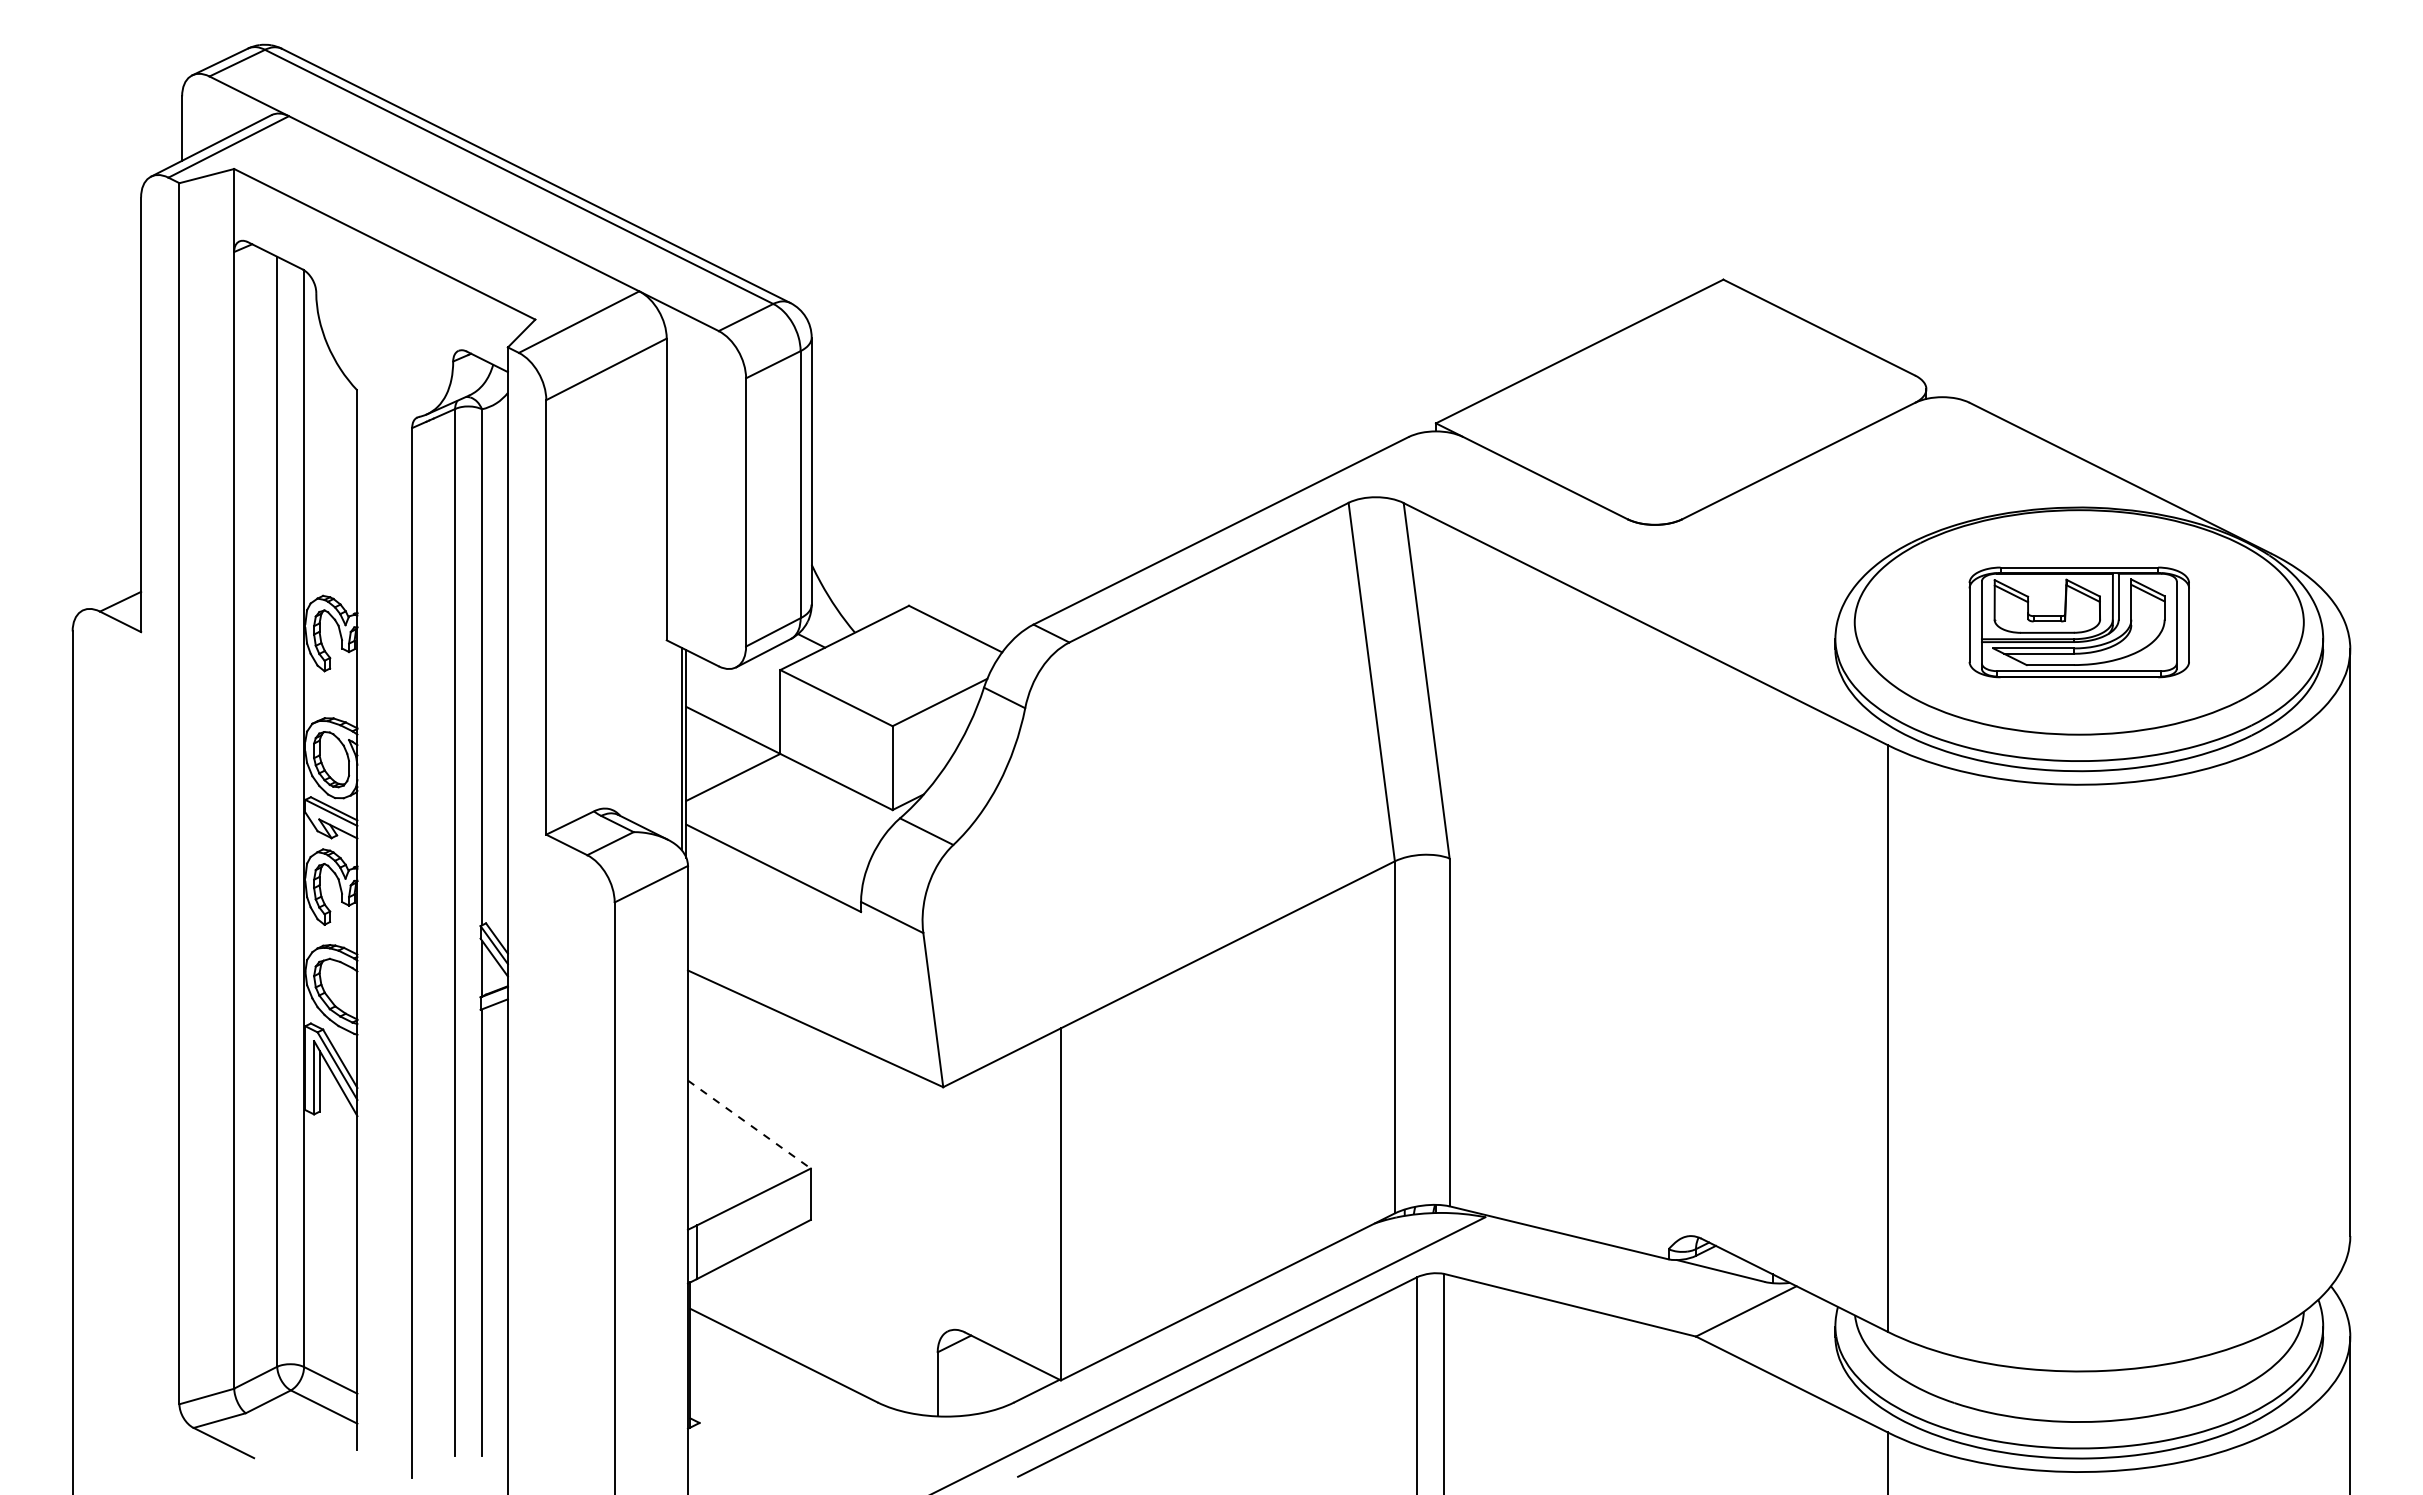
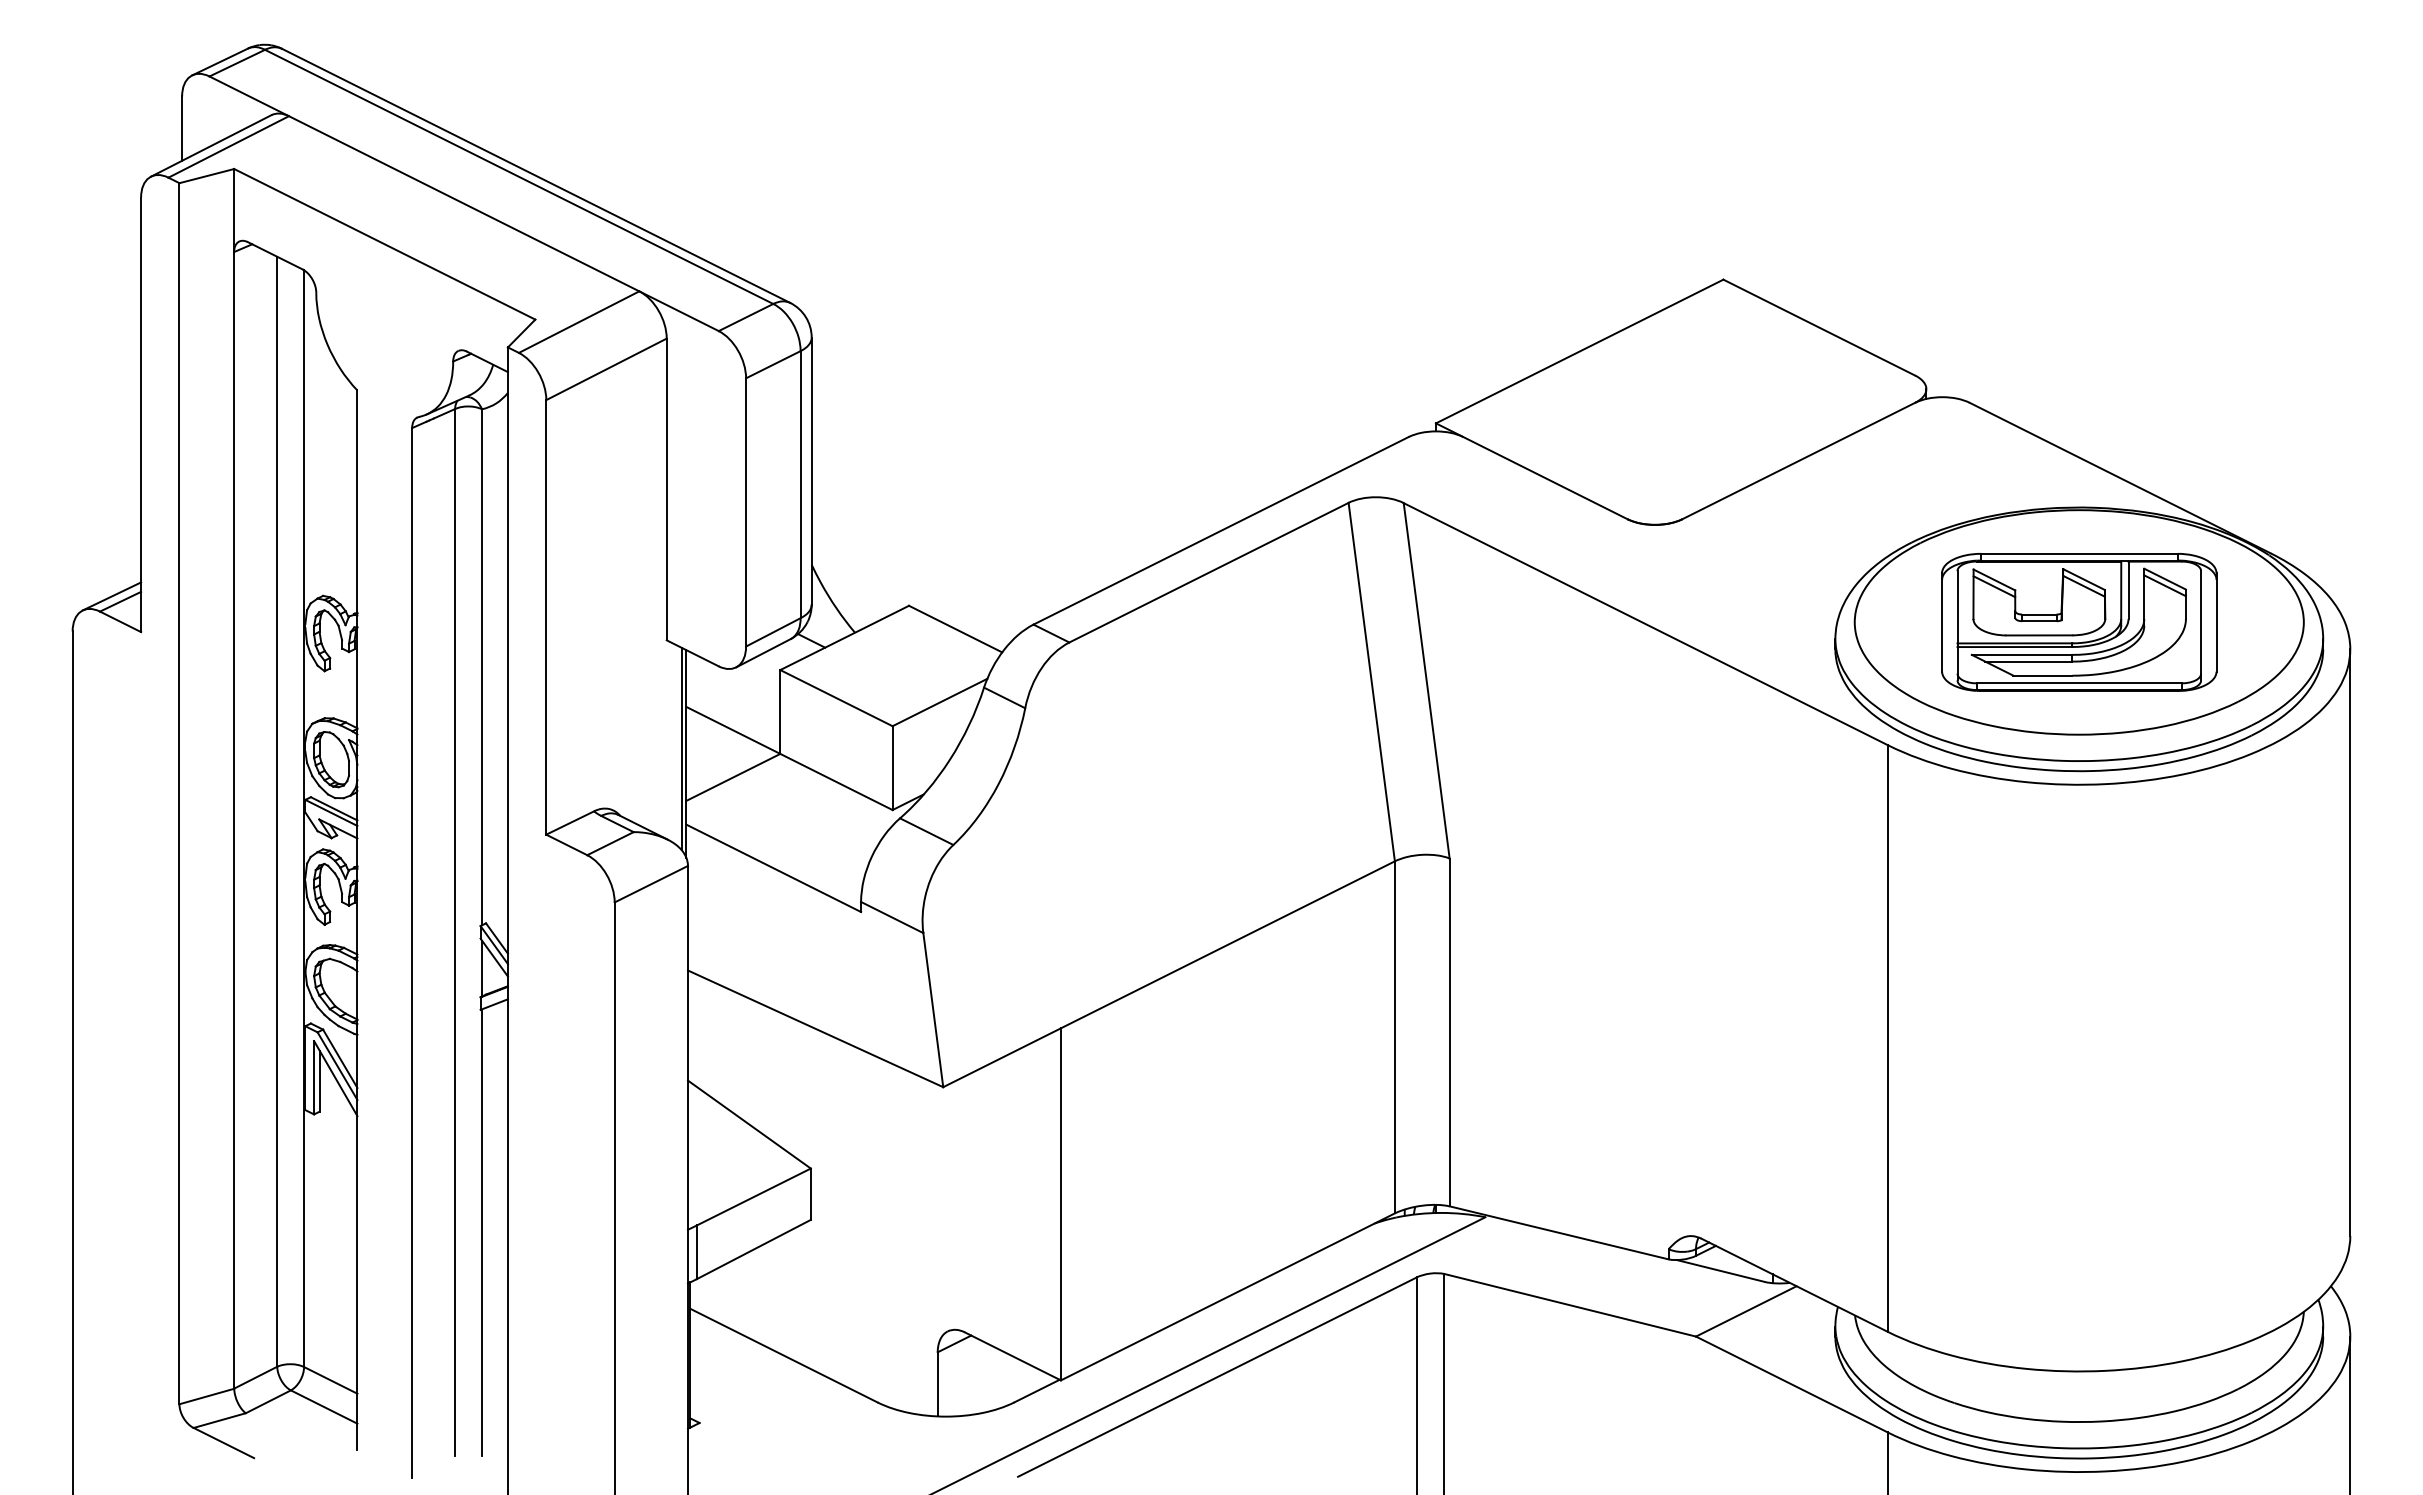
line at (111, 596): none -> present
part at (2078, 622) size: 222x113 px -> 277x139 px
line at (749, 1124): dashed -> solid
